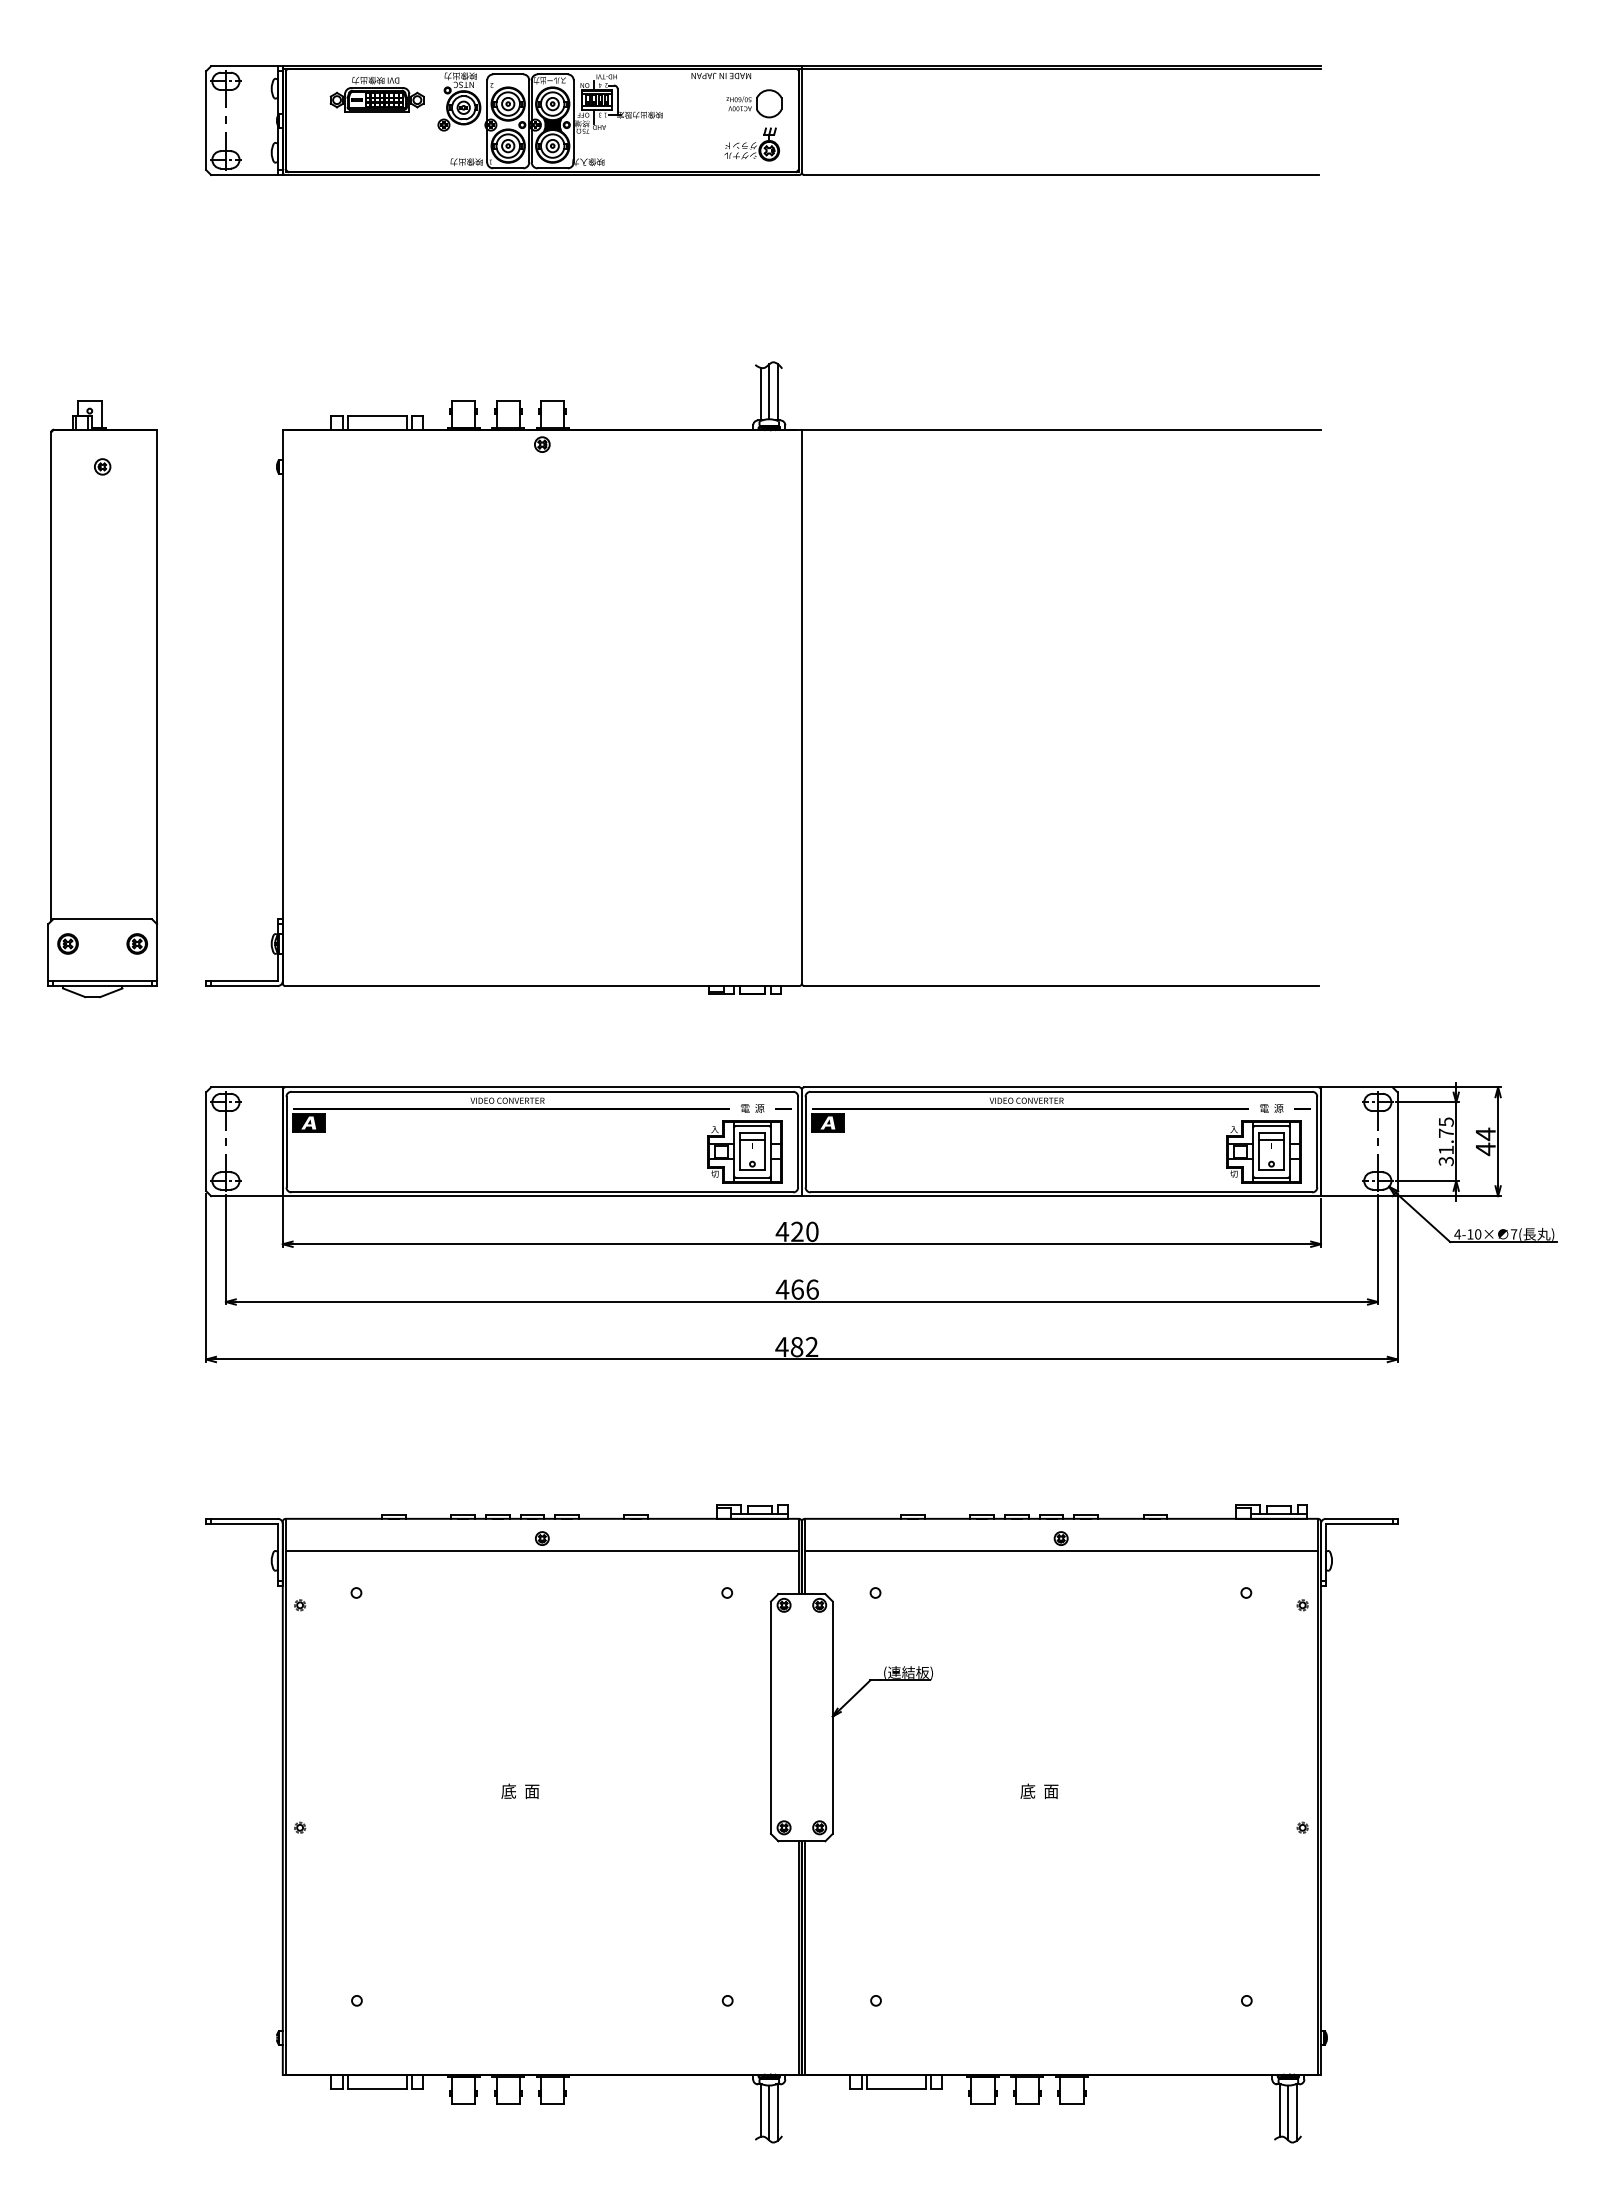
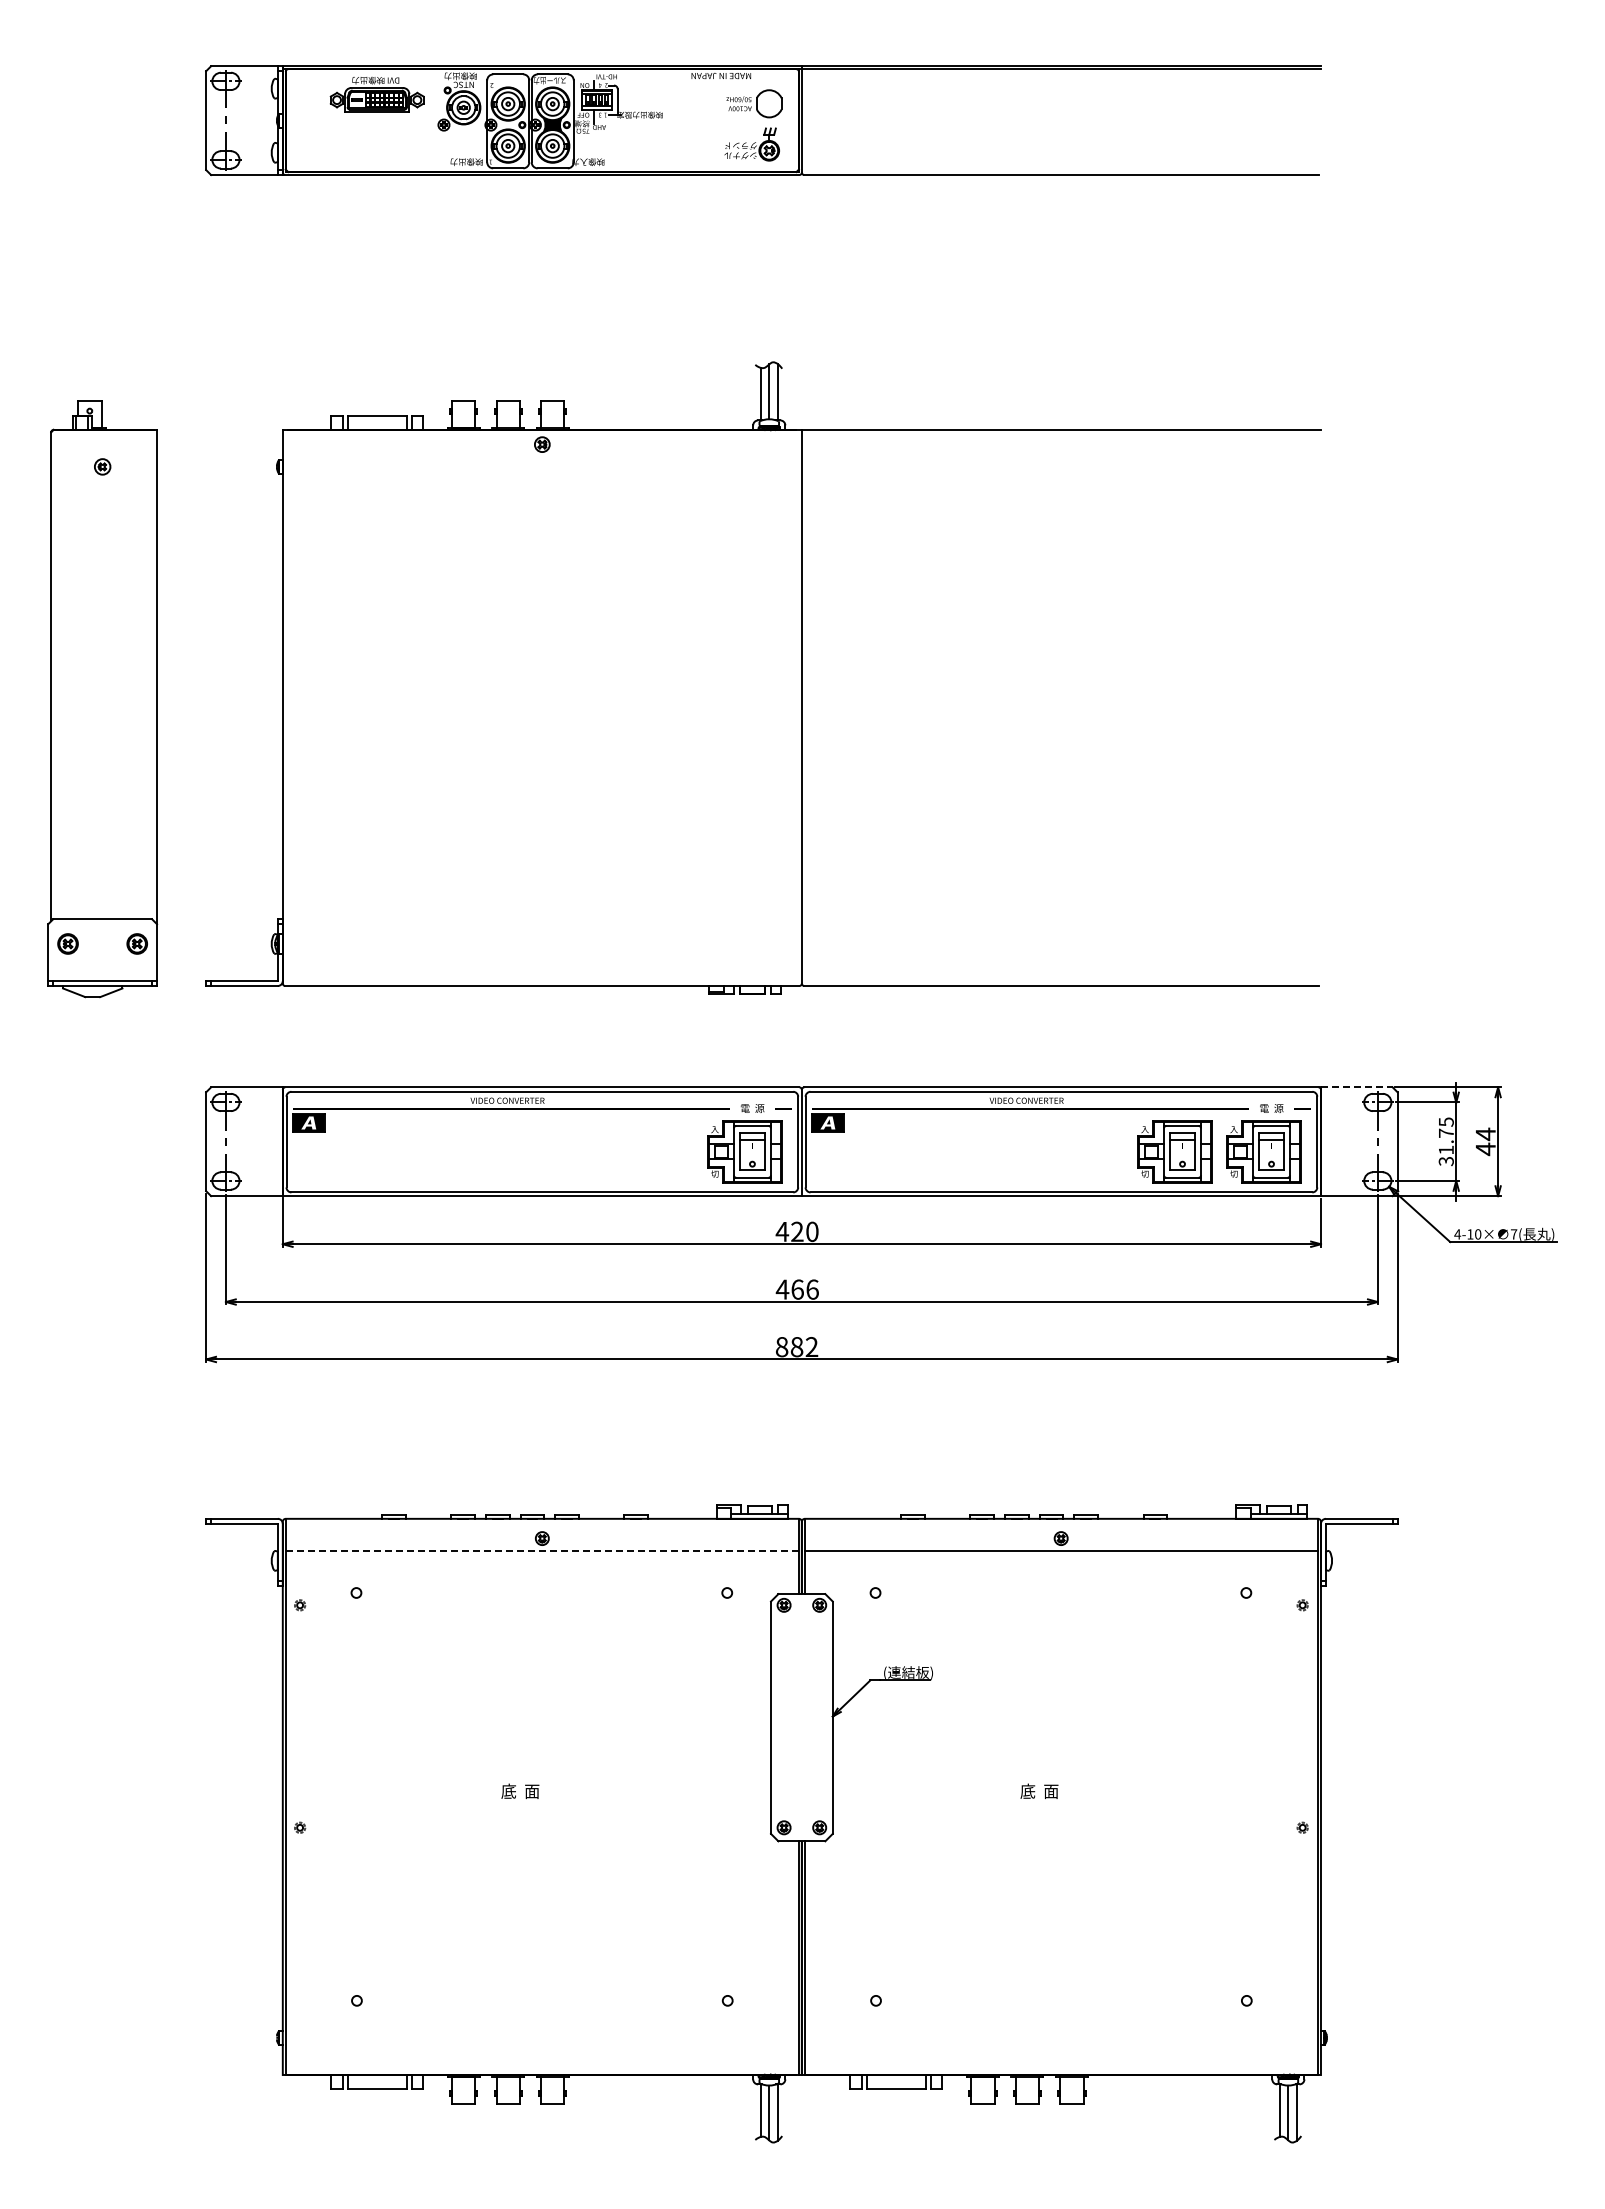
line at (1356, 1087): solid -> dashed
part at (1174, 1151): none -> present
text at (781, 1347): 482 -> 882
line at (542, 1550): solid -> dashed
